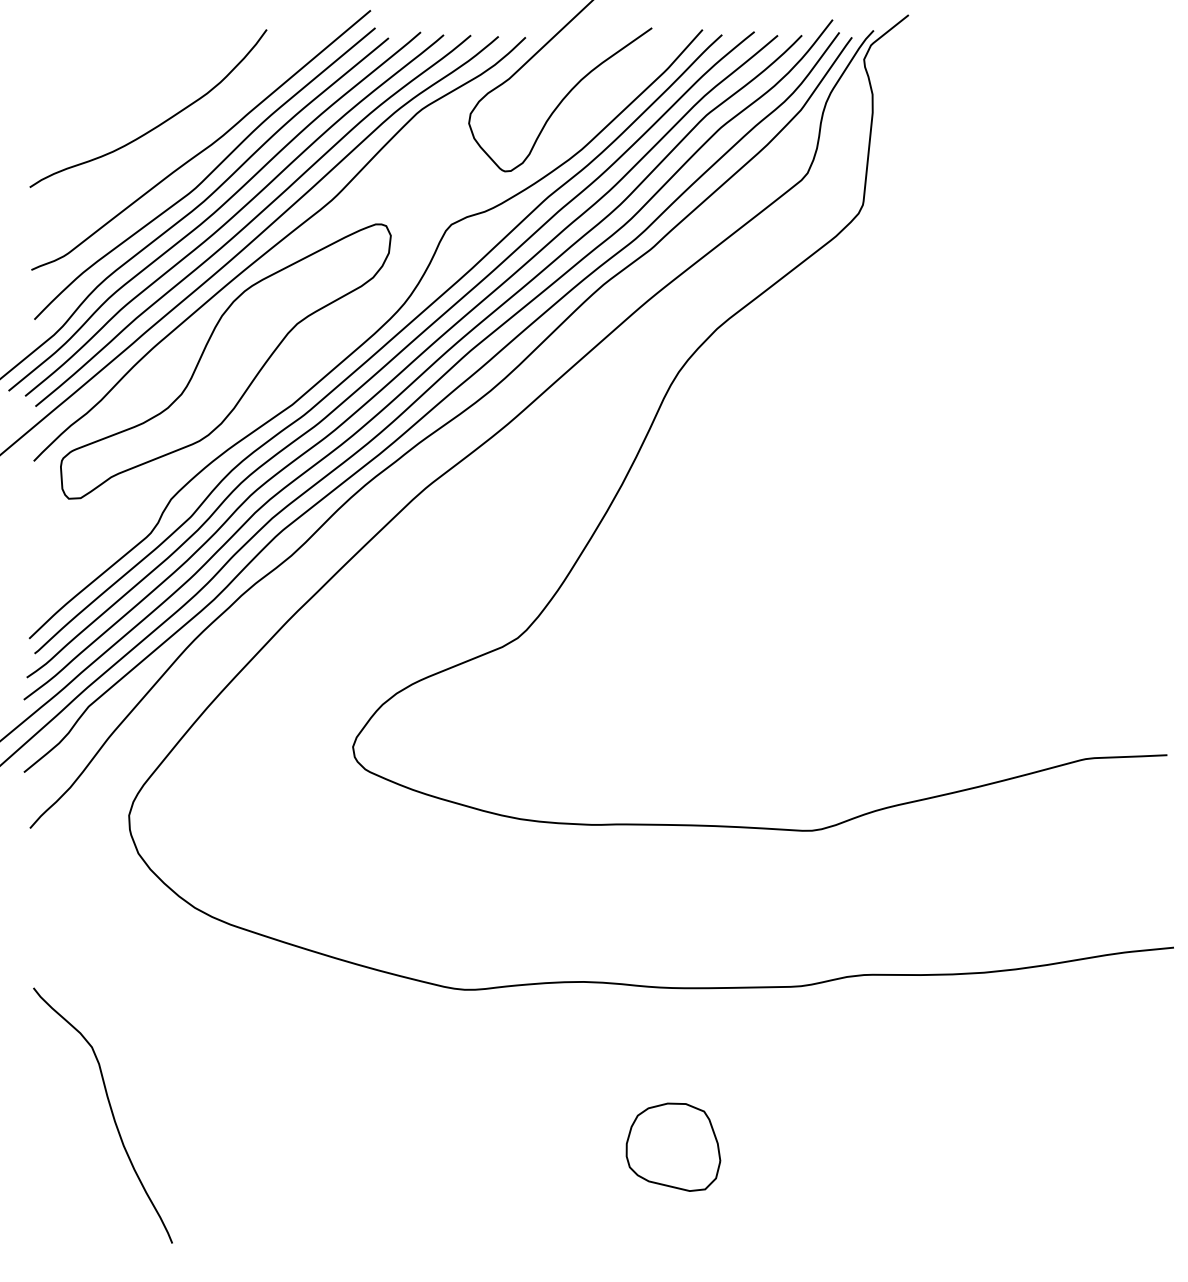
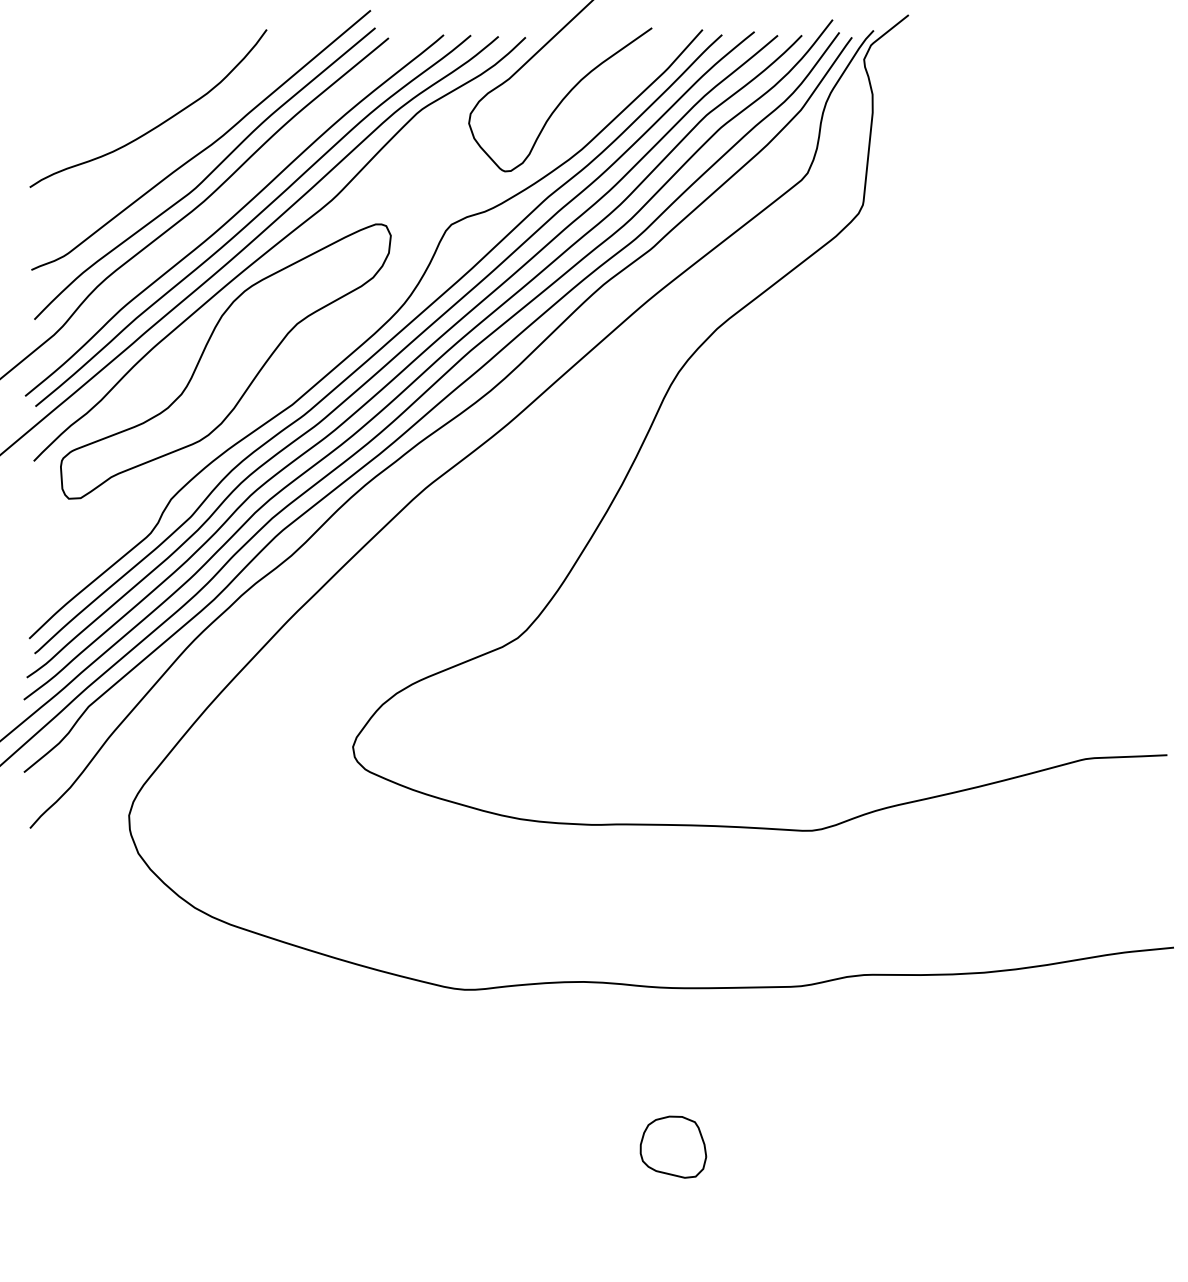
curve at (214, 211): present -> none
curve at (111, 1113): present -> none
part at (673, 1146) size: 97x90 px -> 69x64 px
